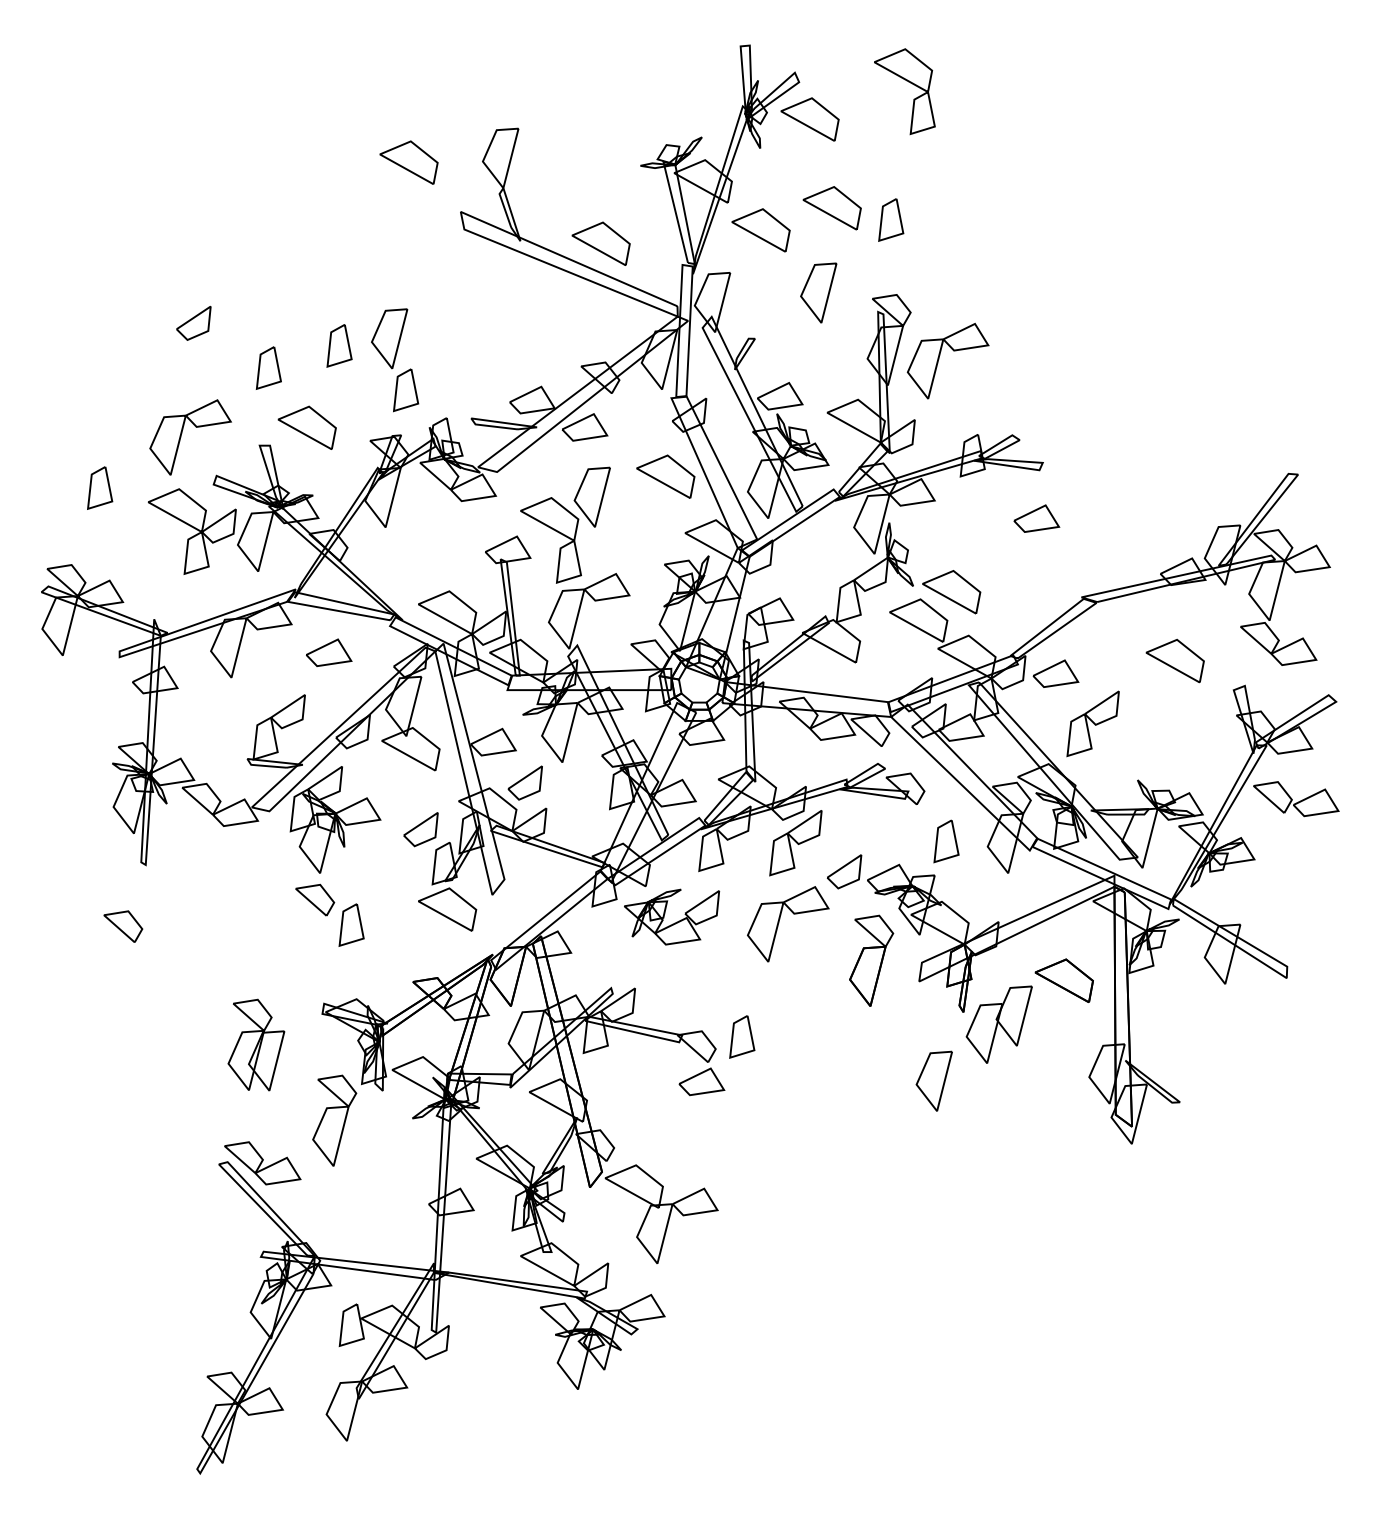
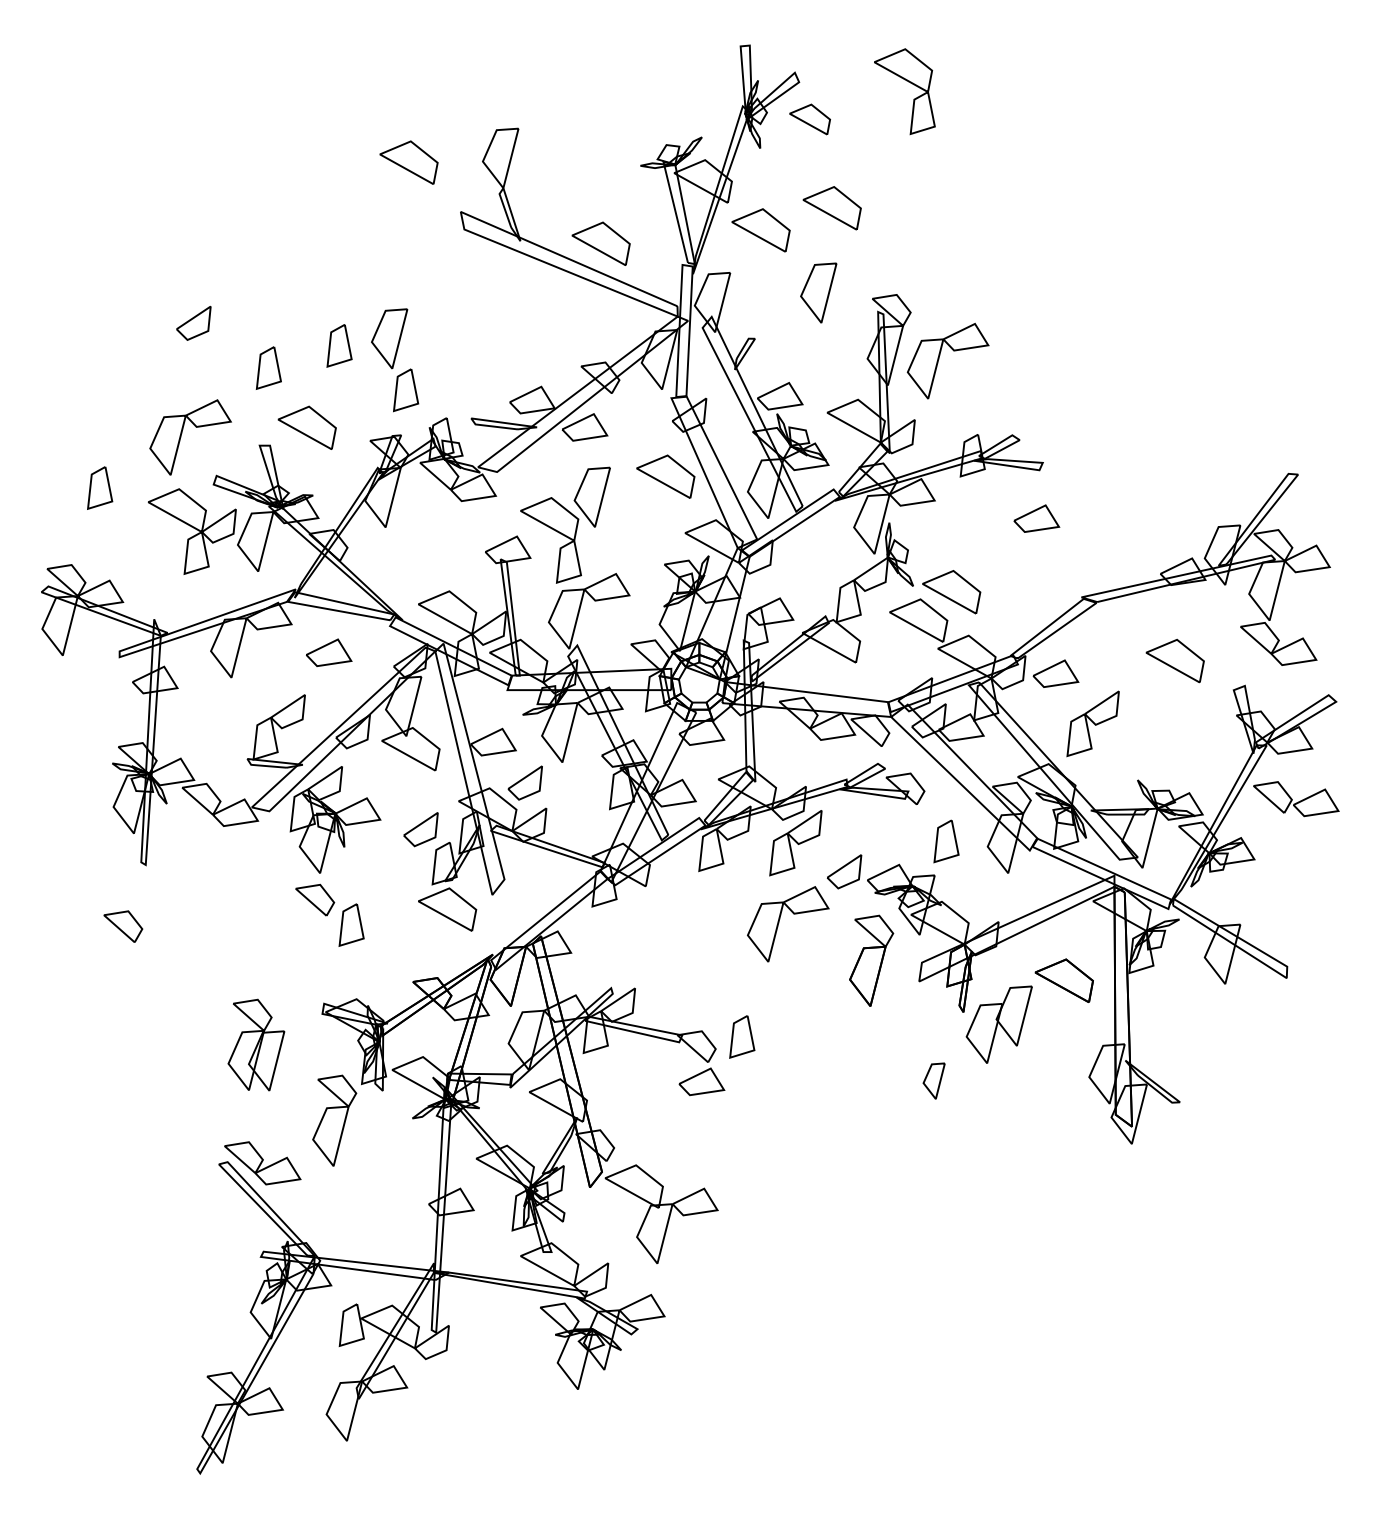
part at (809, 119) size: 60x45 px -> 42x33 px
part at (891, 219): present -> none
part at (674, 922): present -> none
part at (933, 1080) size: 38x62 px -> 24x38 px
